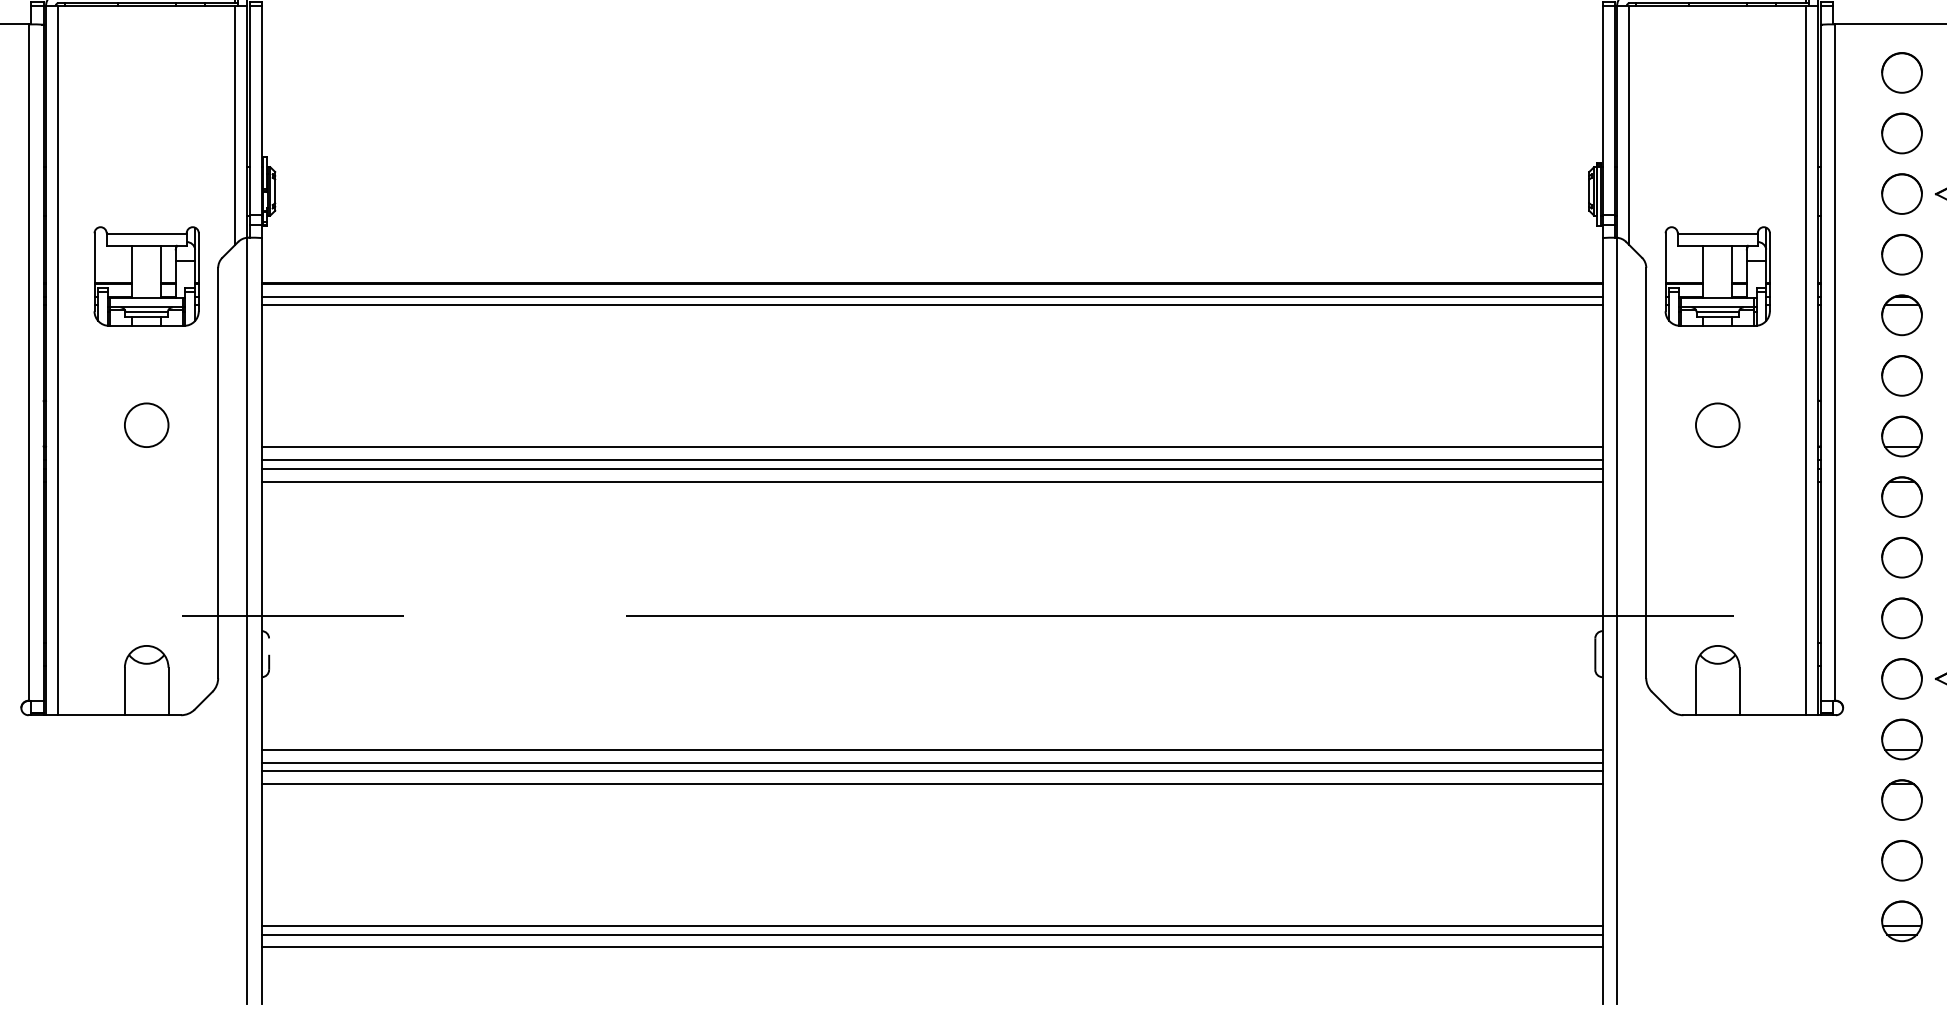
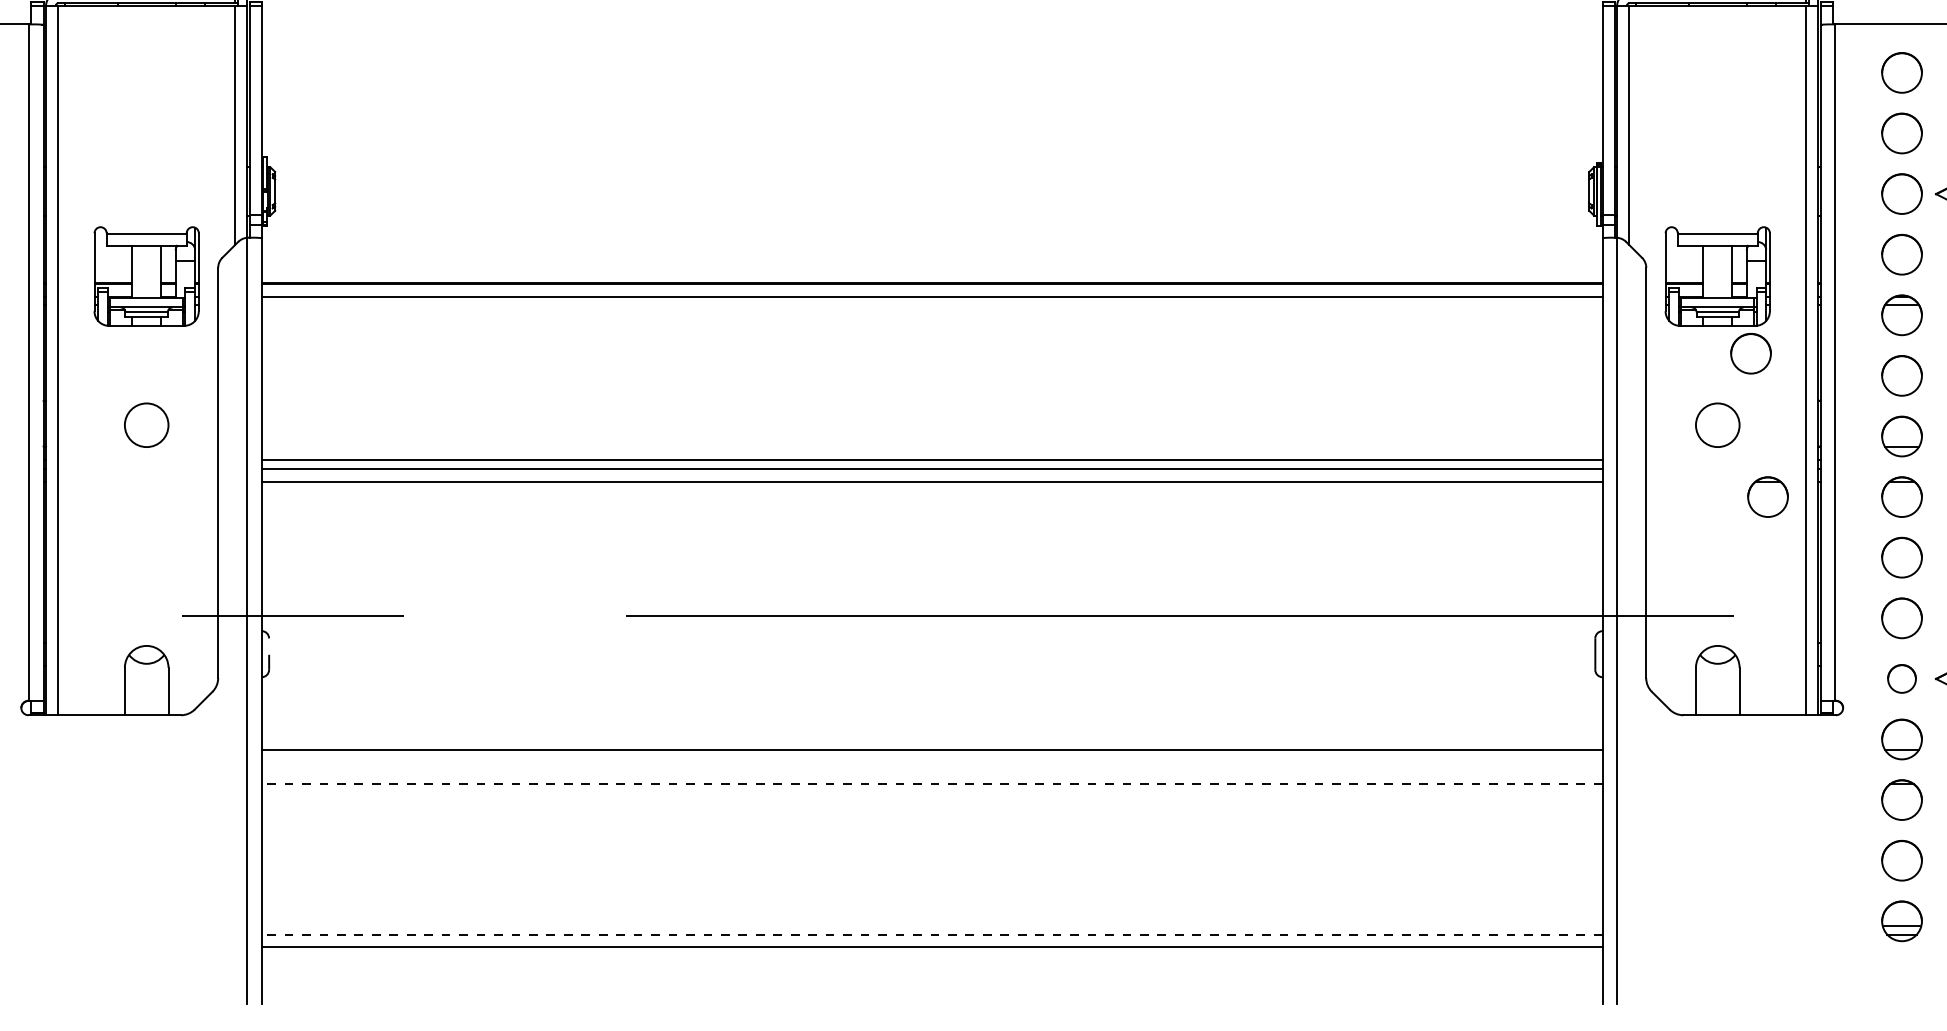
line at (931, 305): present -> none
circle at (1750, 353): none -> present
line at (931, 447): present -> none
part at (1767, 496): none -> present
circle at (1901, 678) size: 42x42 px -> 30x30 px
line at (931, 762): present -> none
line at (931, 771): present -> none
line at (931, 784): solid -> dashed
line at (931, 926): present -> none
line at (931, 934): solid -> dashed
